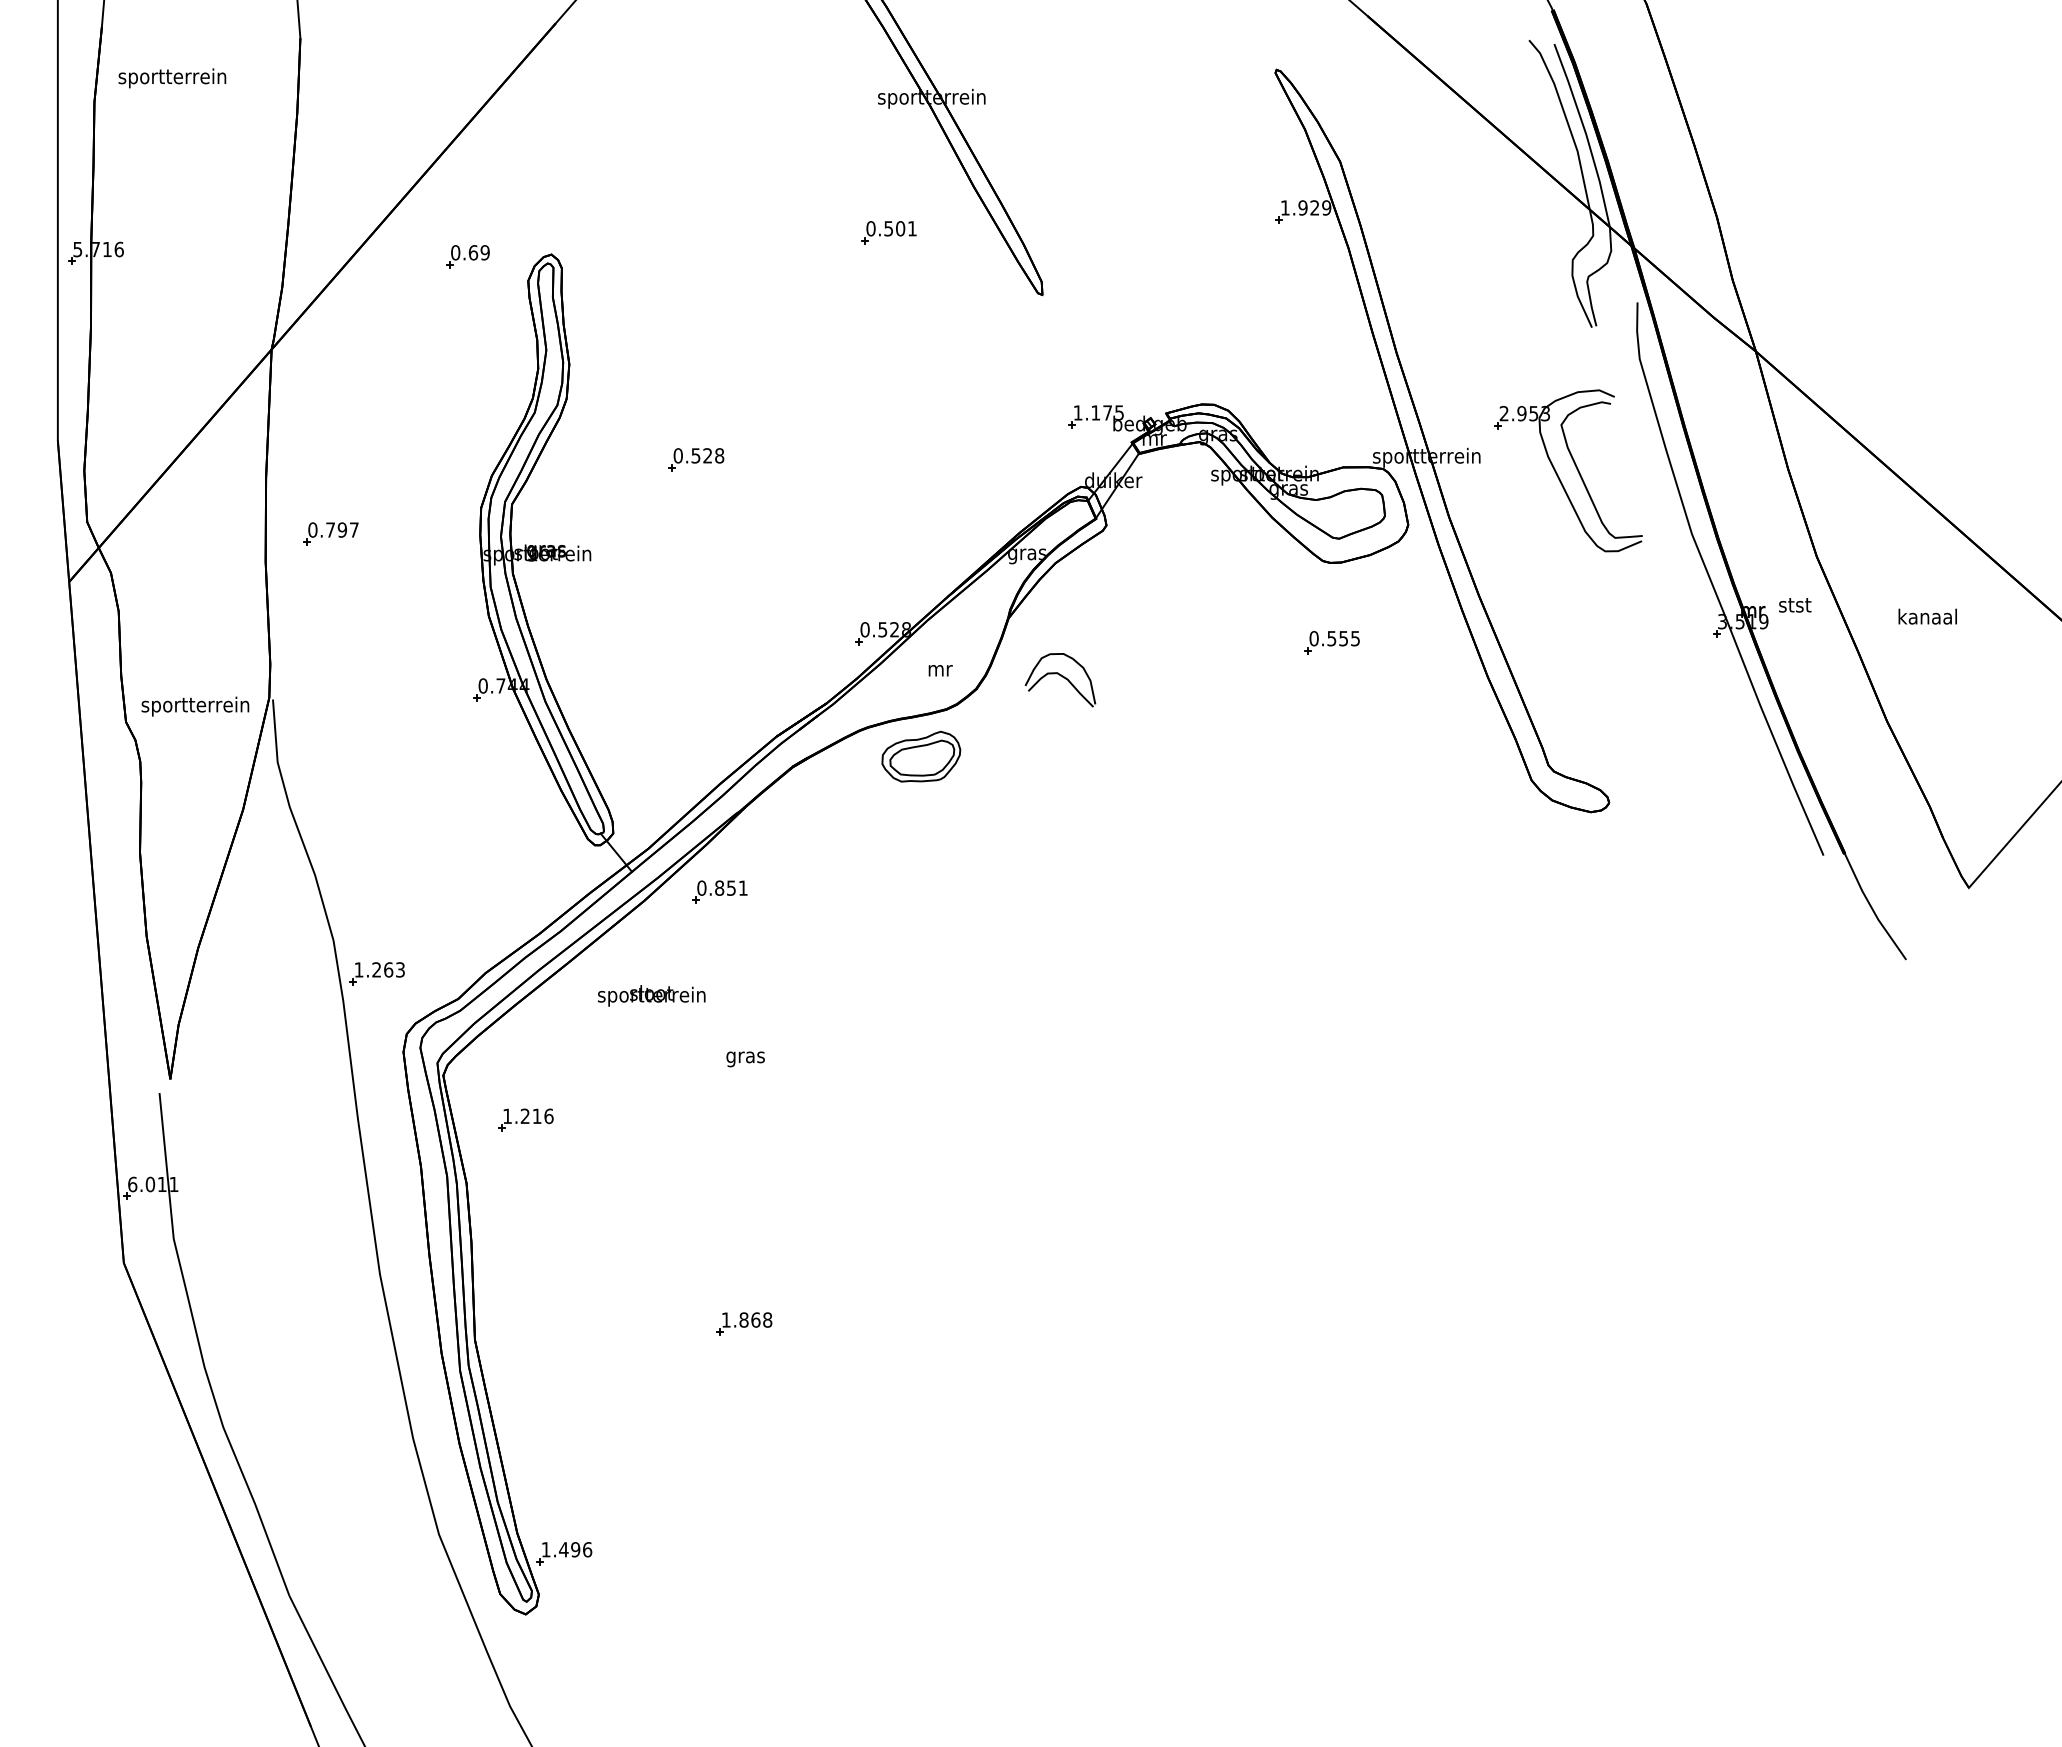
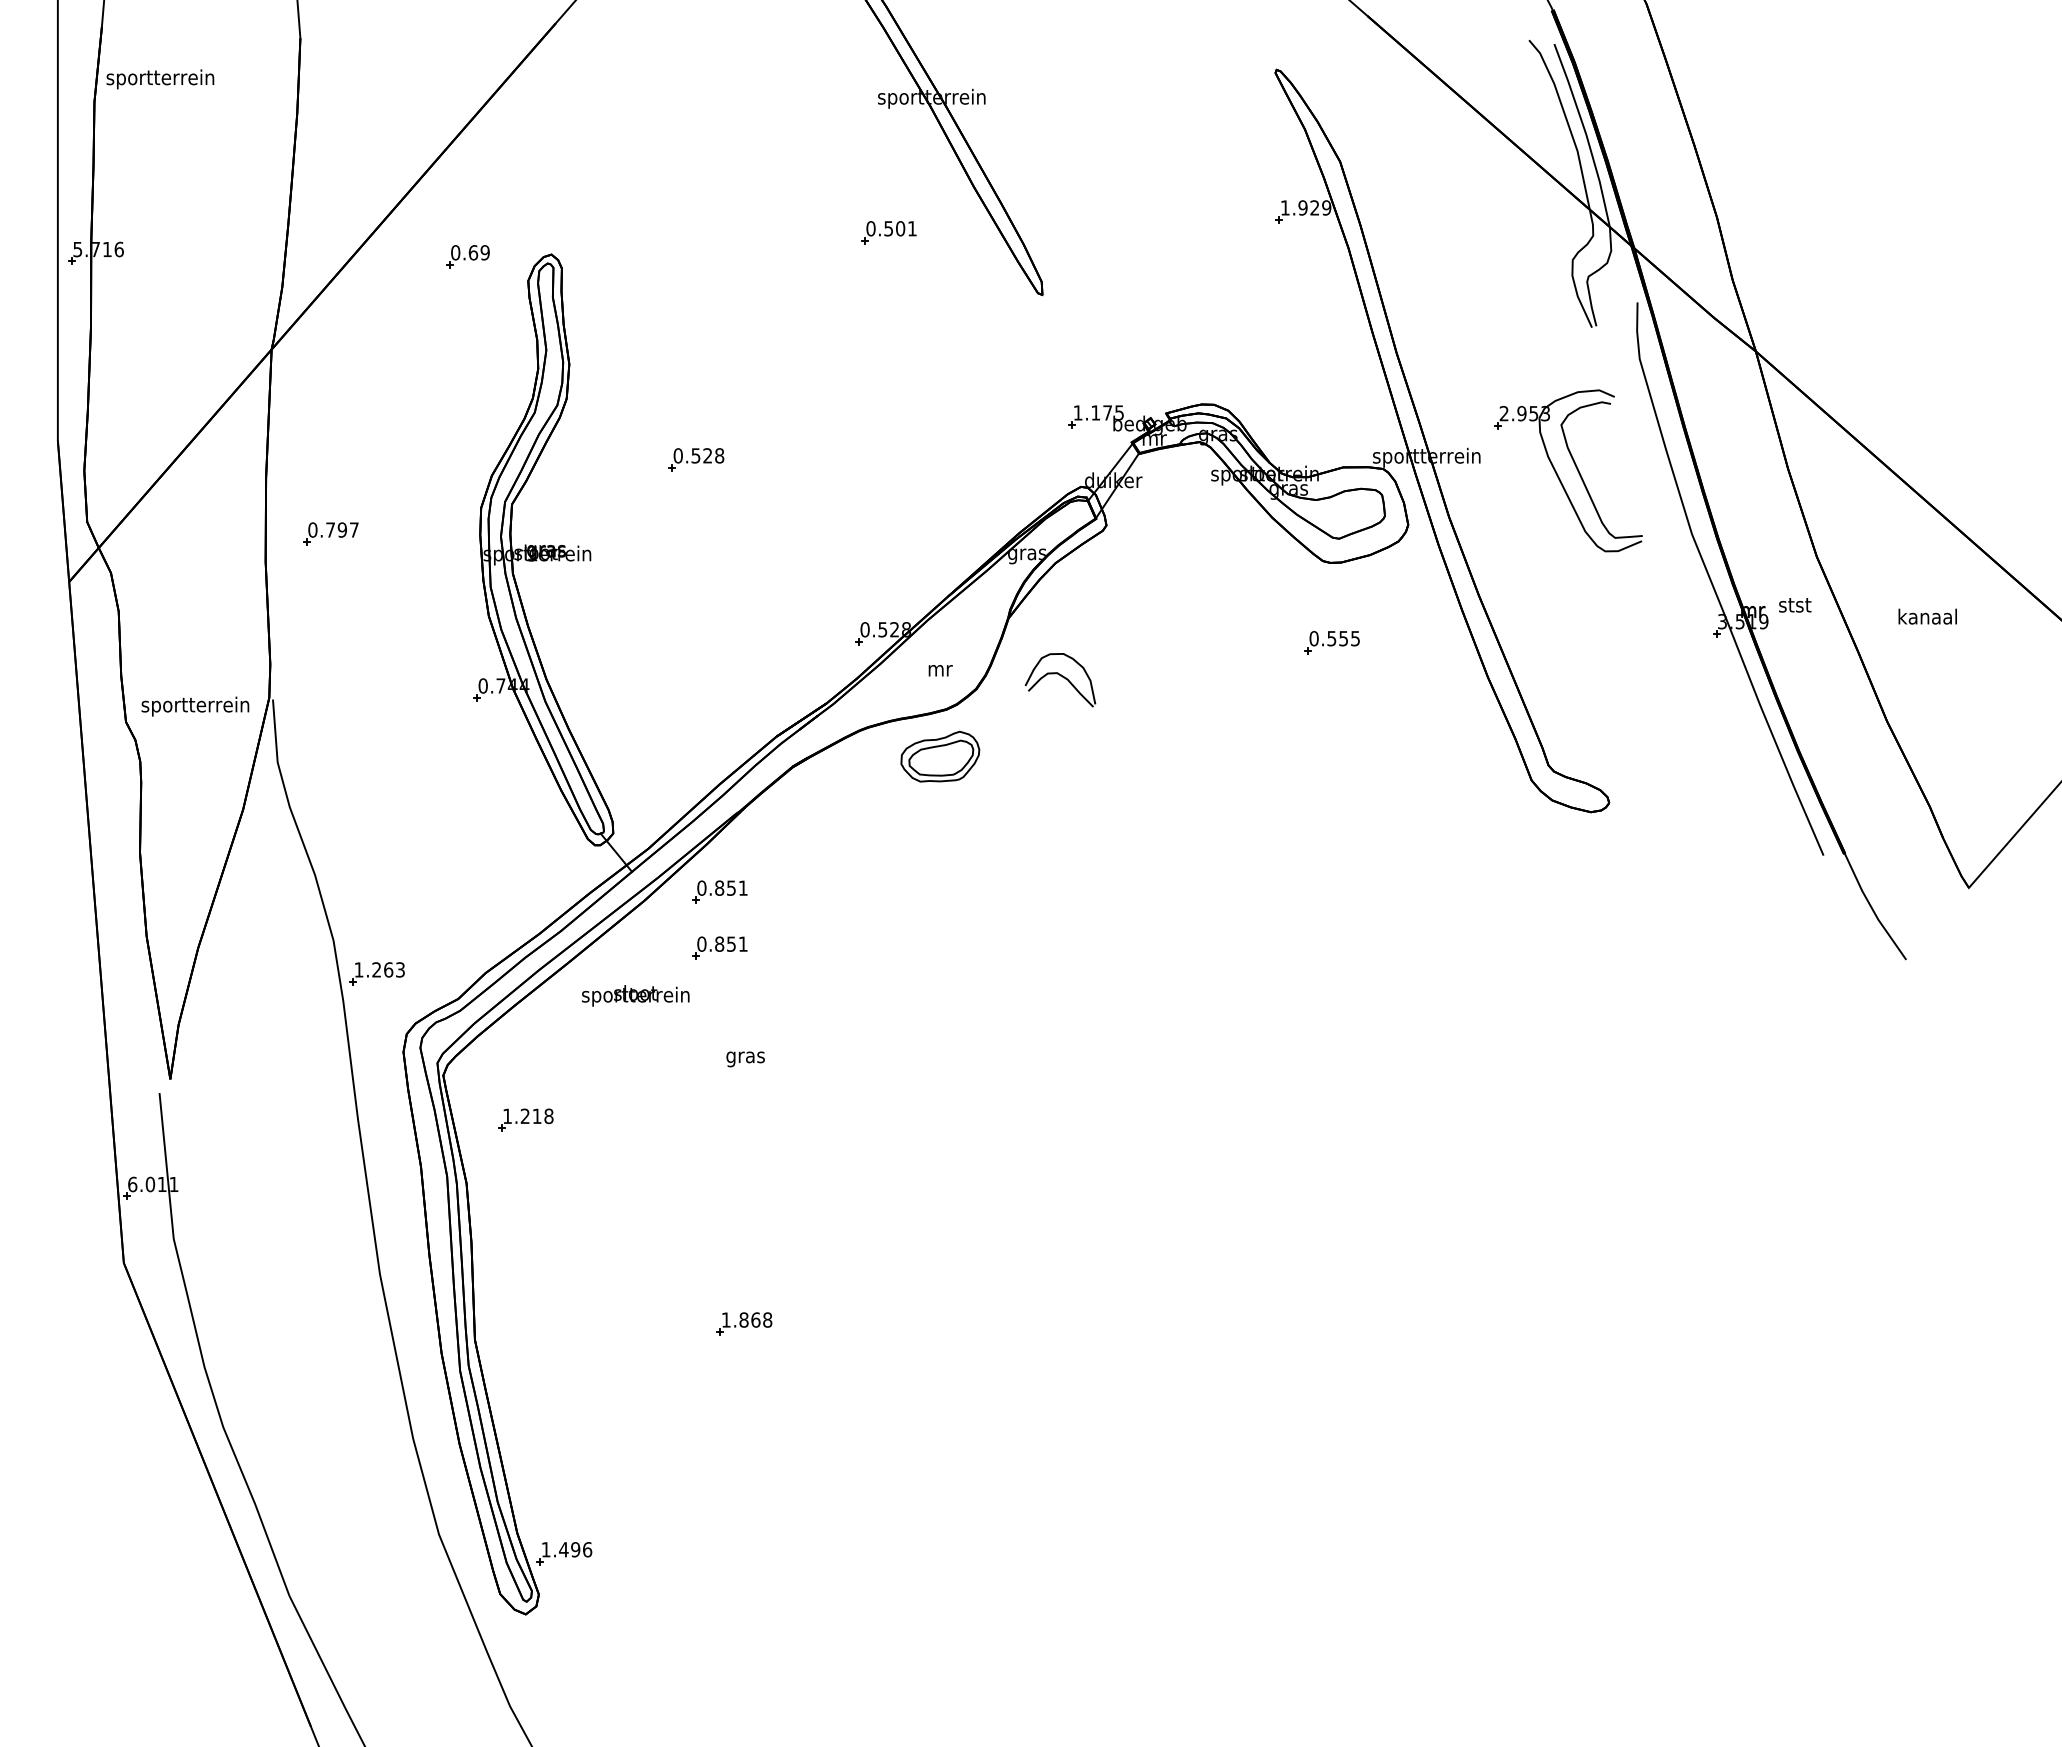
text at (172, 78) position: (172, 78) -> (160, 79)
part at (921, 756) position: (921, 756) -> (940, 756)
part at (719, 947): none -> present
text at (651, 995) position: (651, 995) -> (635, 995)
text at (548, 1115): 1.216 -> 1.218
